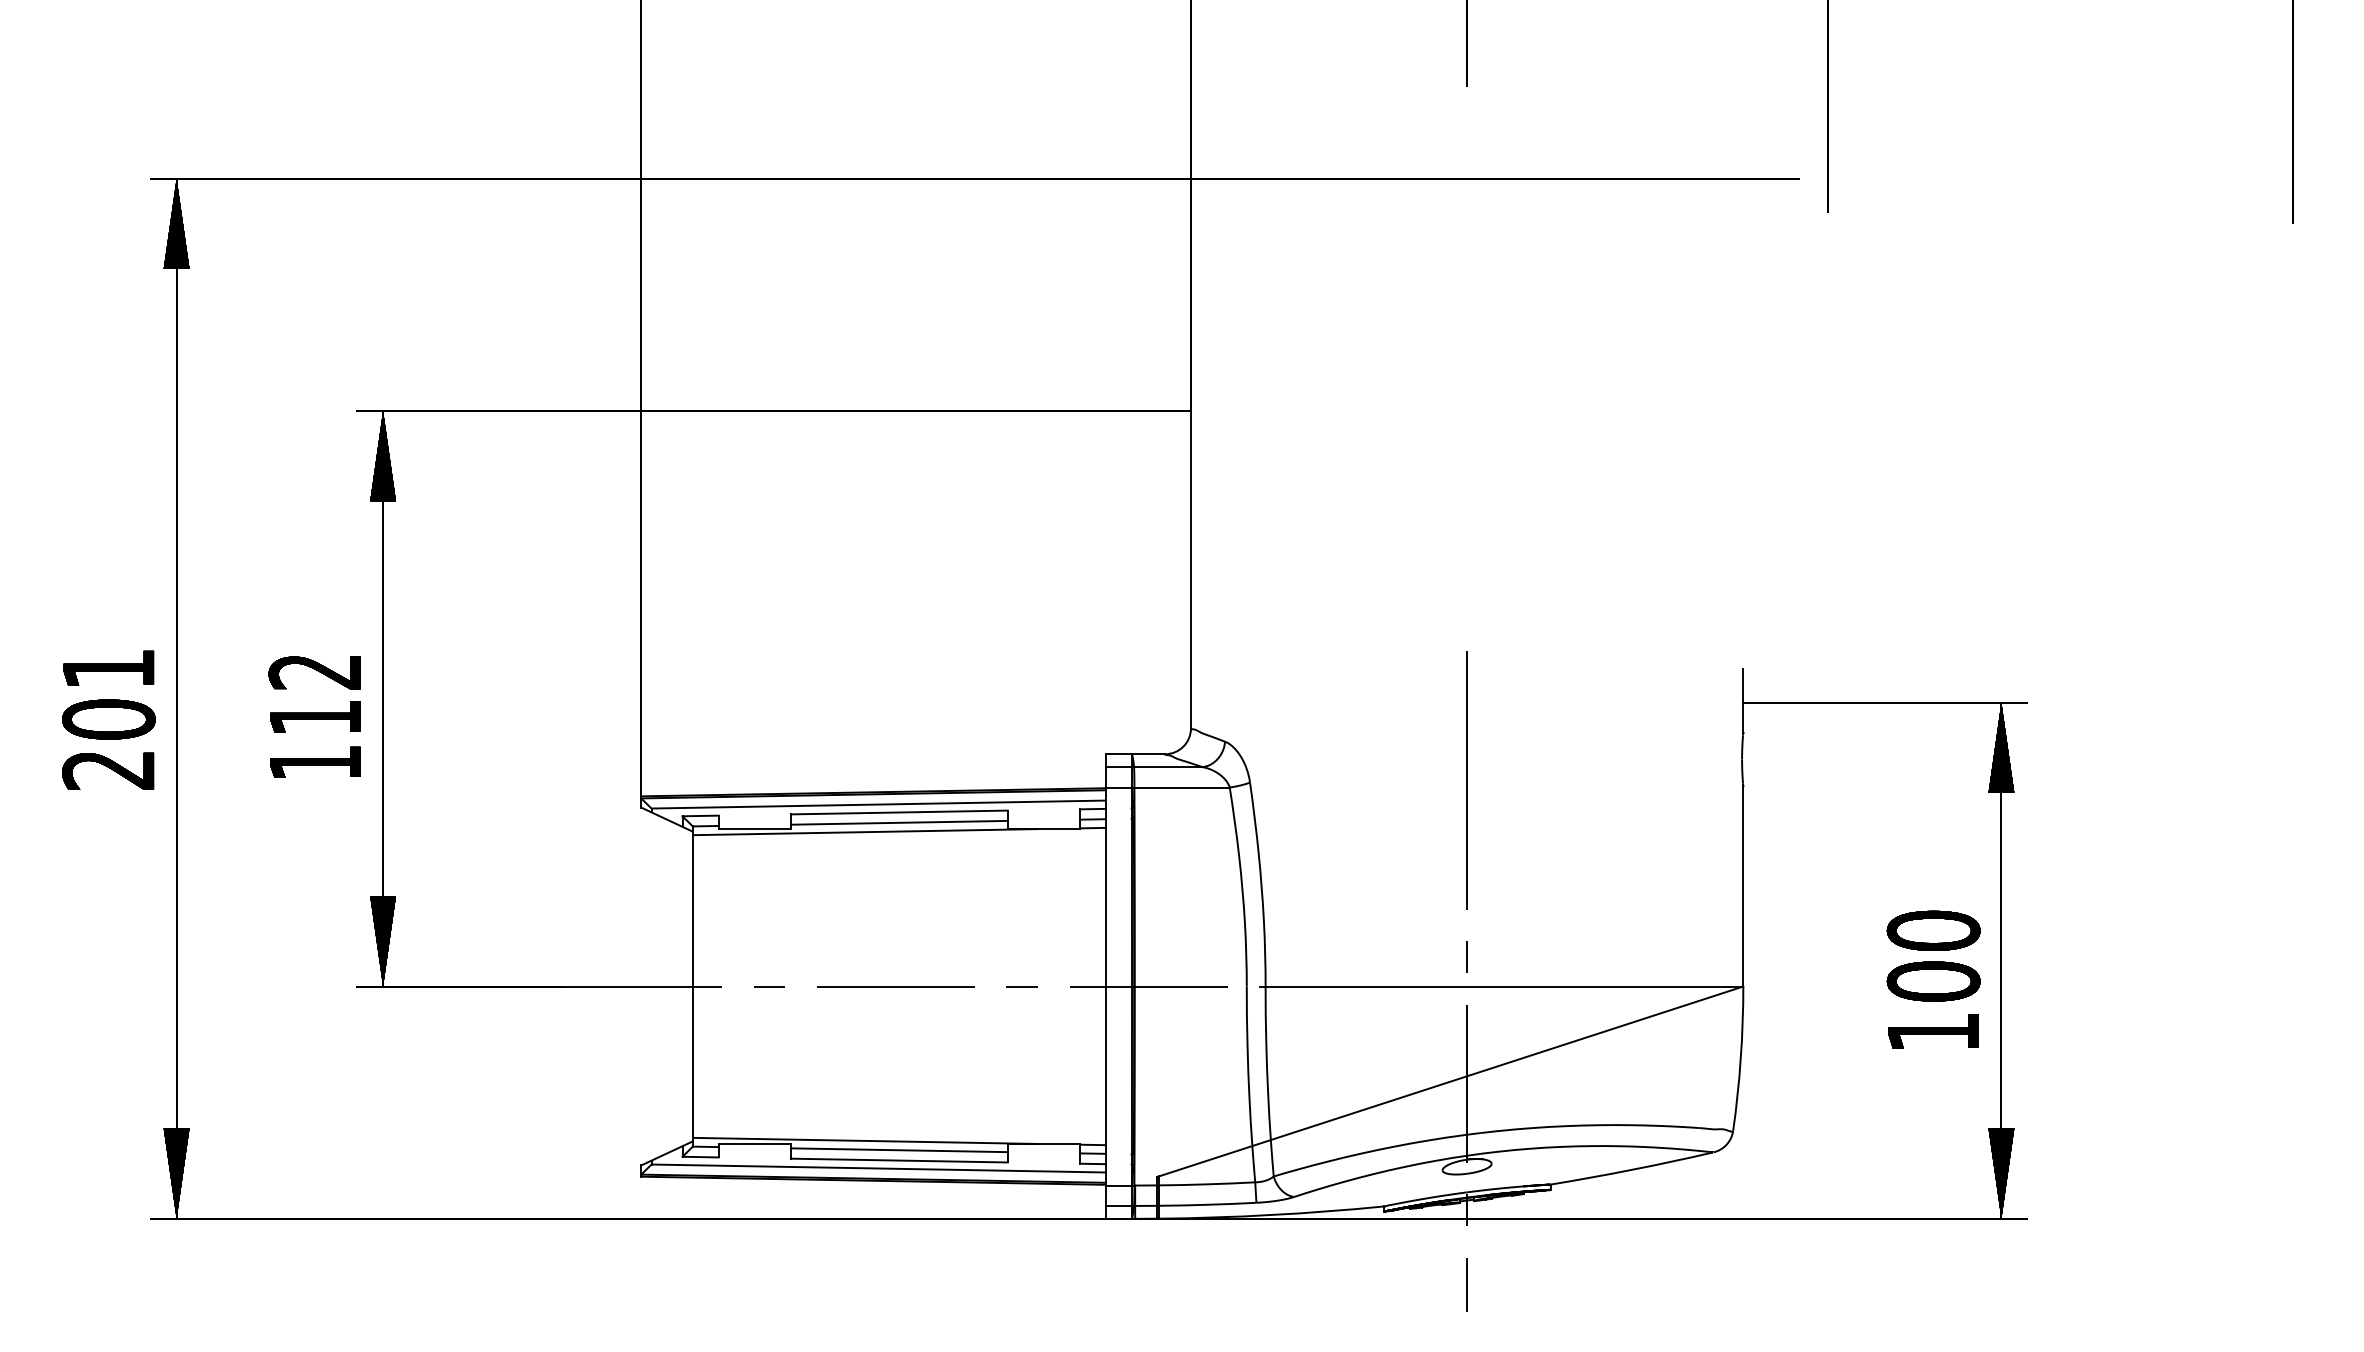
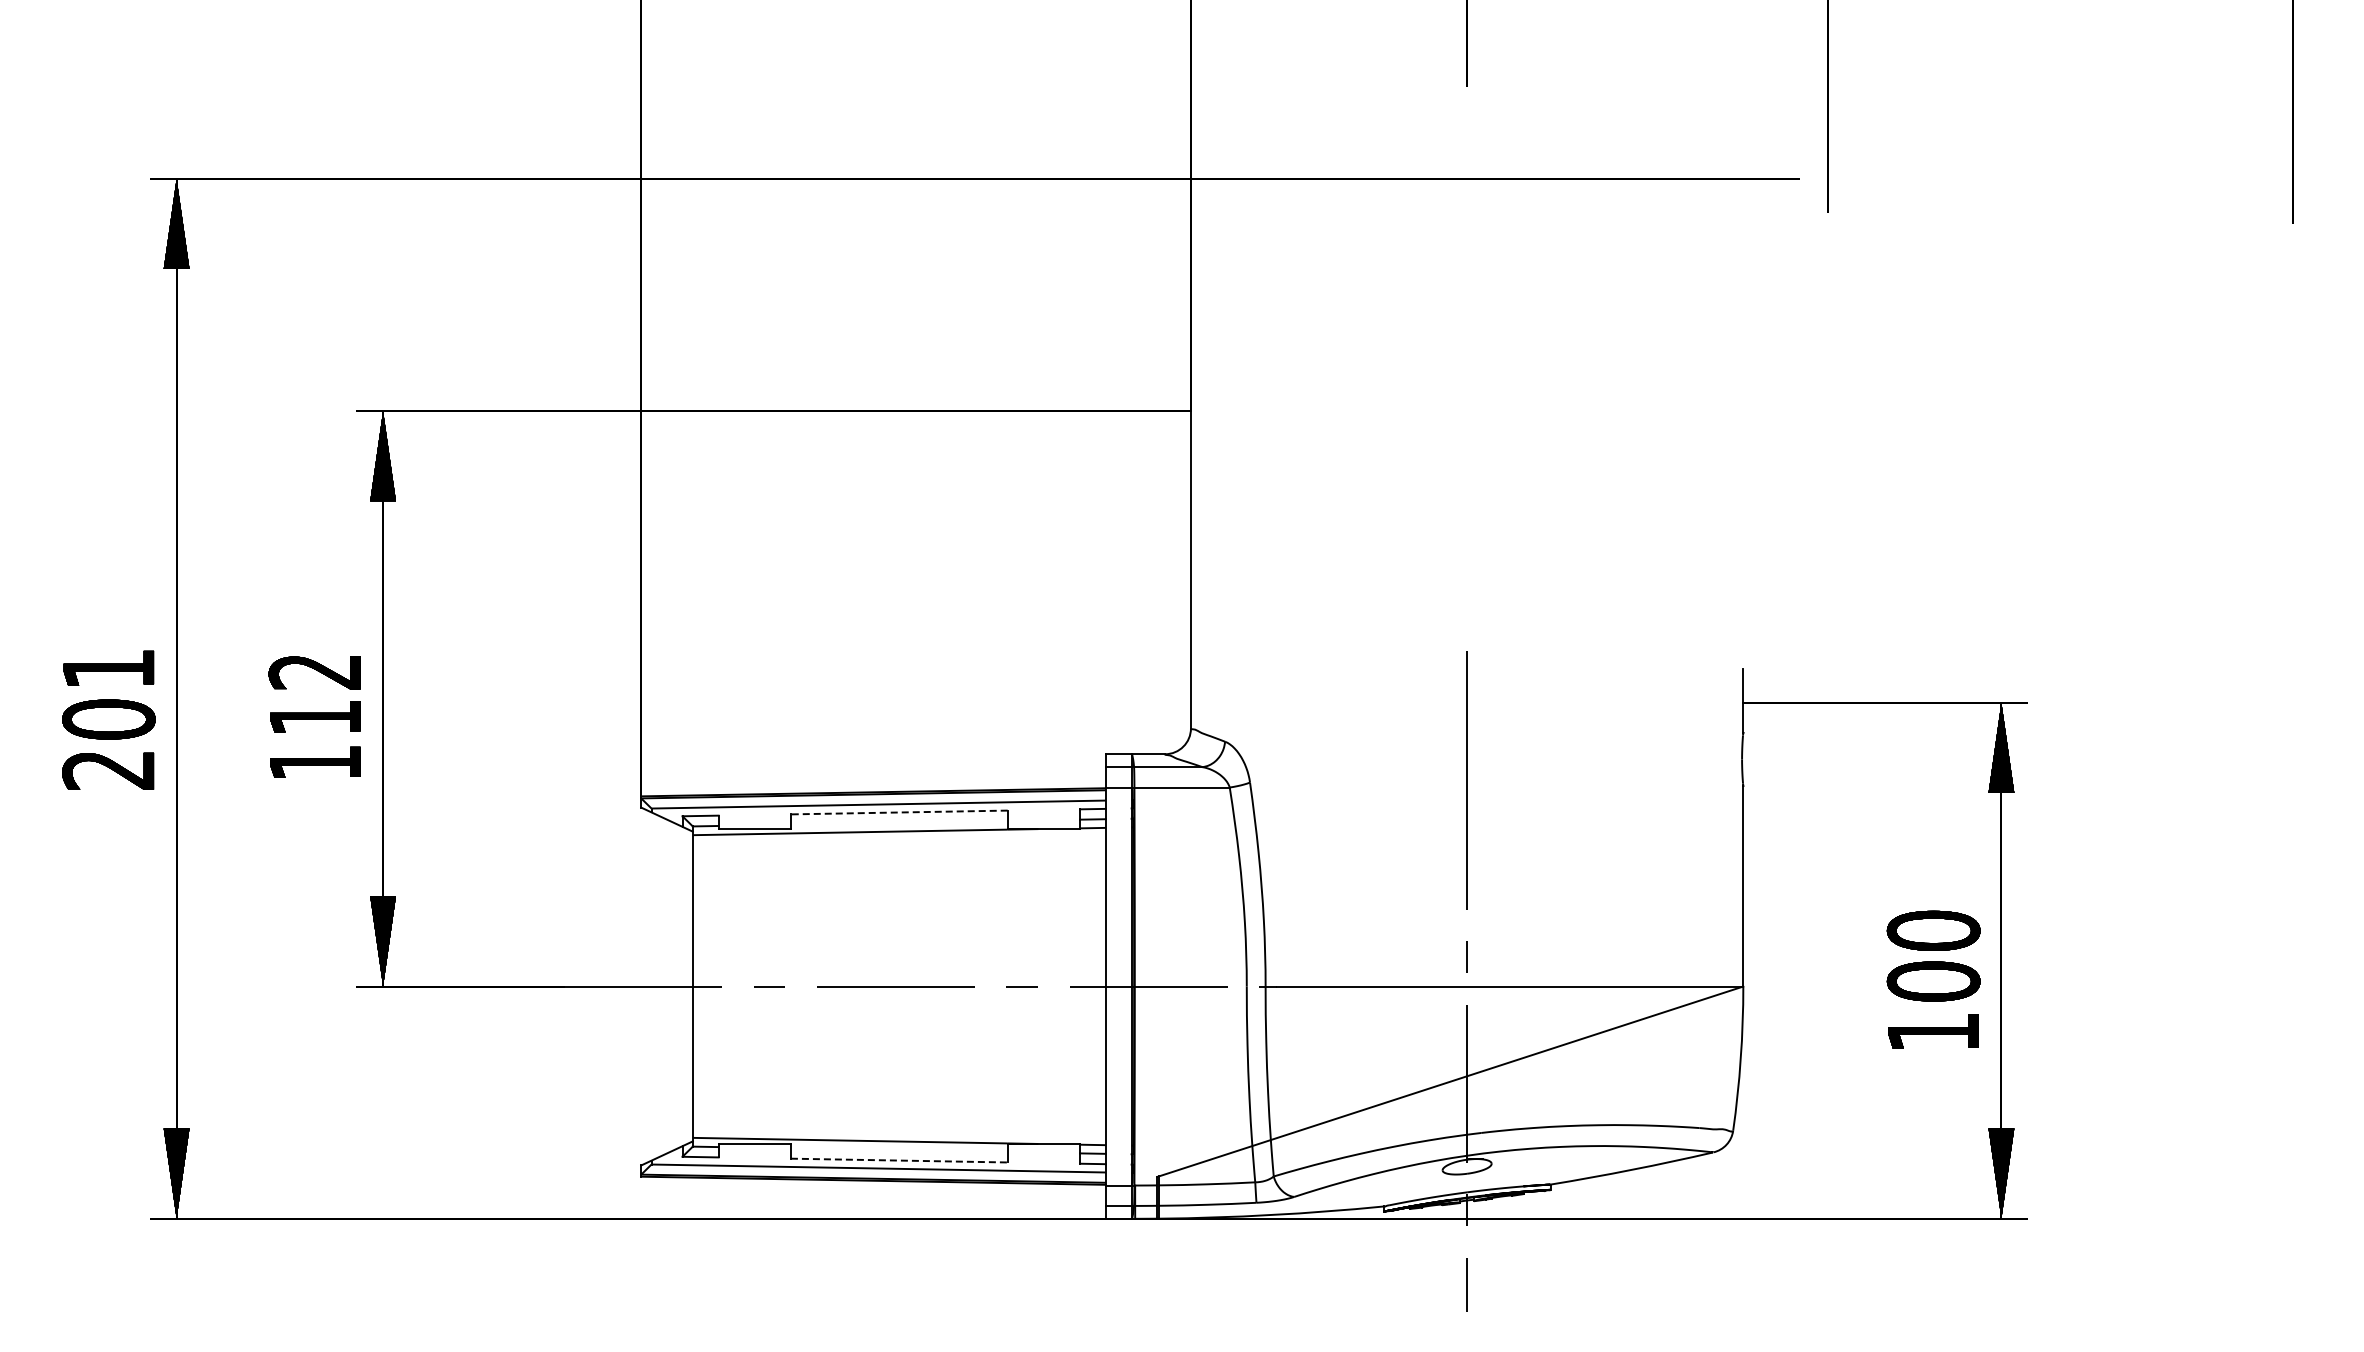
line at (898, 812): solid -> dashed
line at (898, 822): present -> none
line at (898, 1150): present -> none
line at (899, 1160): solid -> dashed
